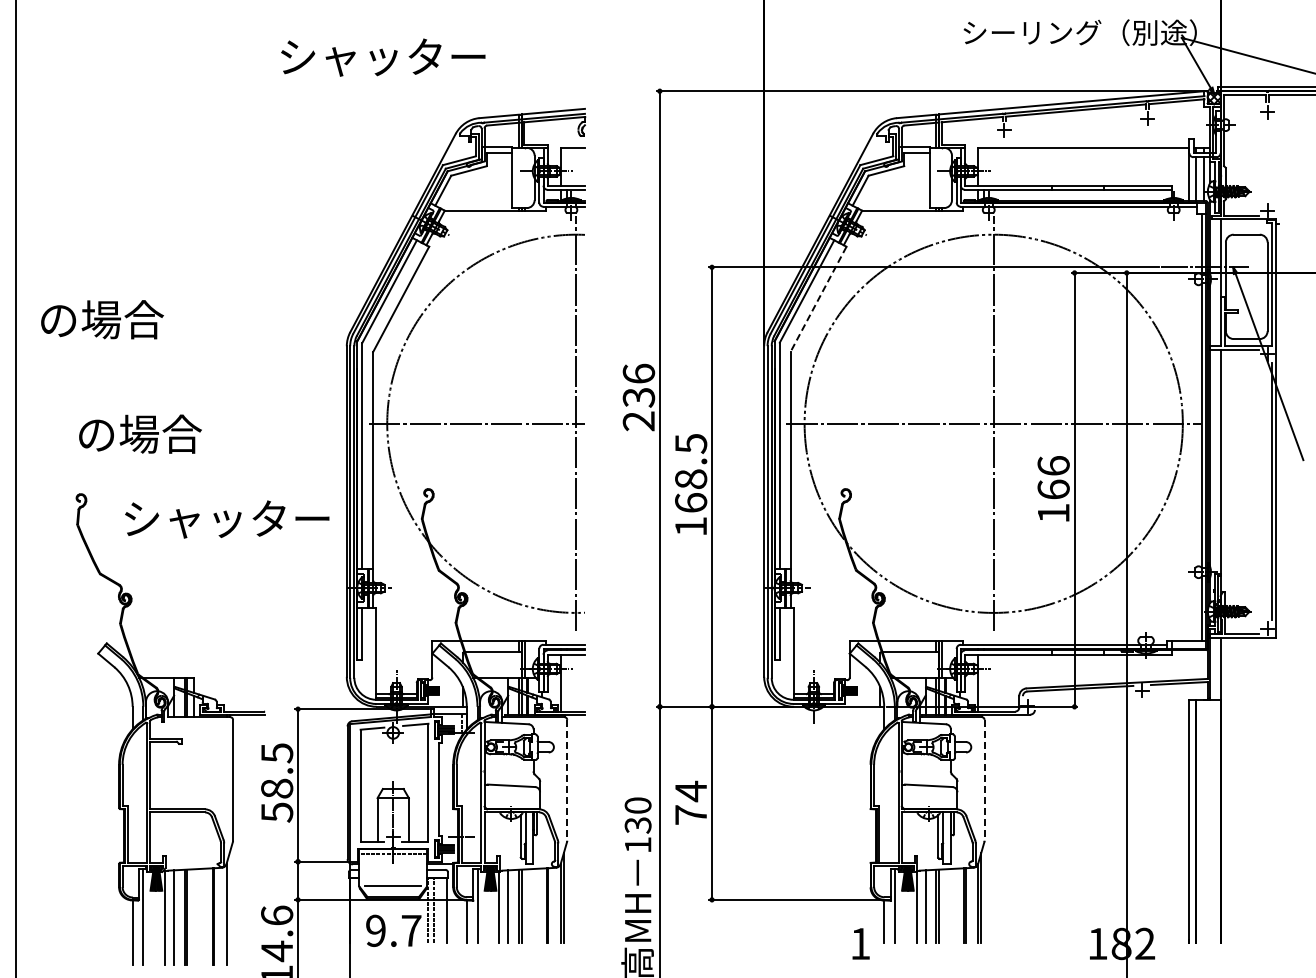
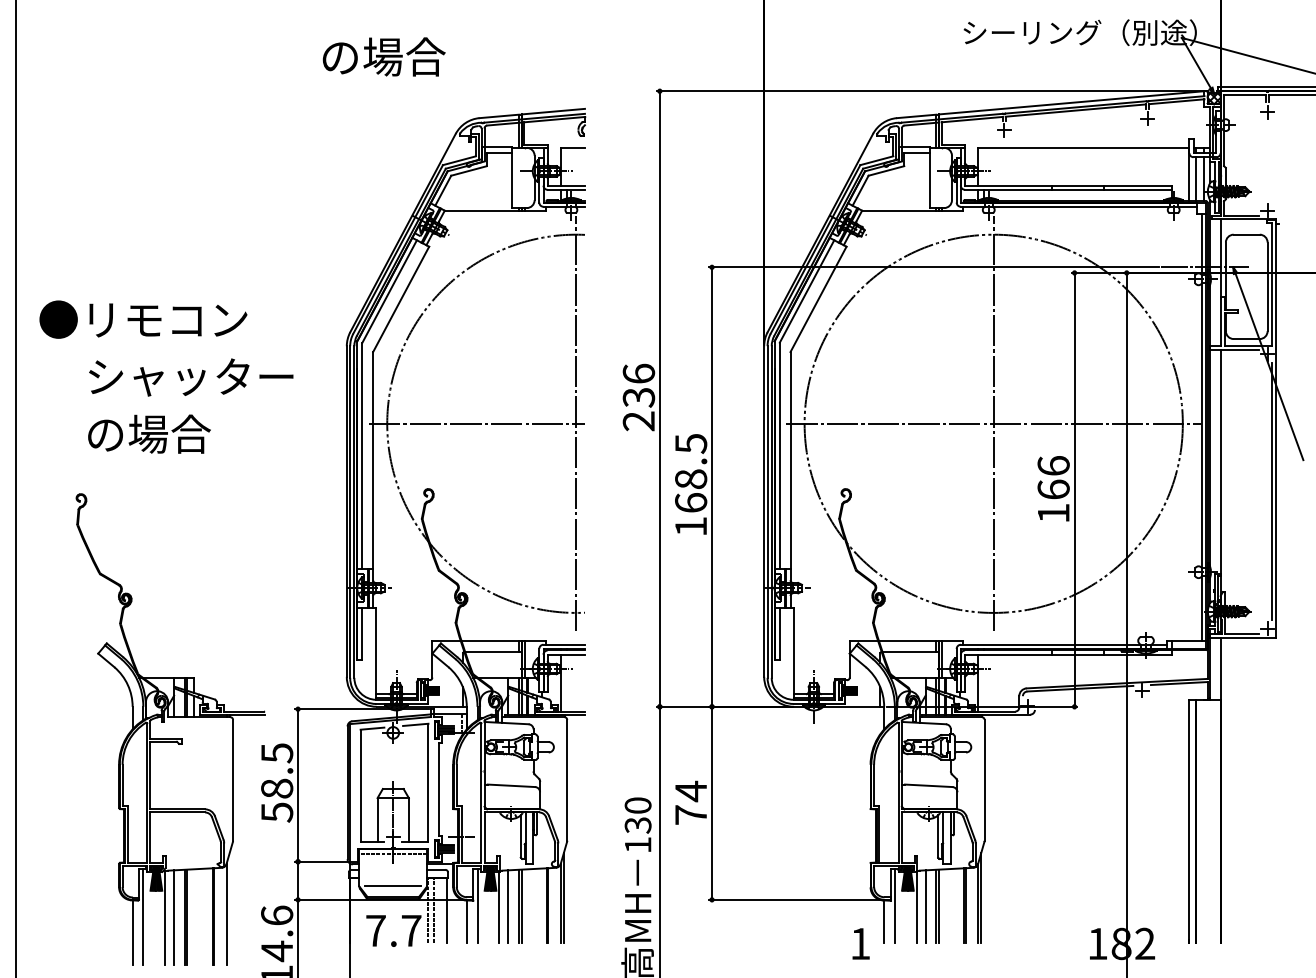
text at (383, 56): シャッター -> の場合
line at (818, 299): dashed -> solid
text at (143, 319): の場合 -> ●リモコン
text at (140, 433) position: (140, 433) -> (149, 433)
text at (227, 519) position: (227, 519) -> (191, 377)
line at (567, 780): dashed -> solid
line at (984, 780): dashed -> solid
text at (375, 930): 9.7 -> 7.7
